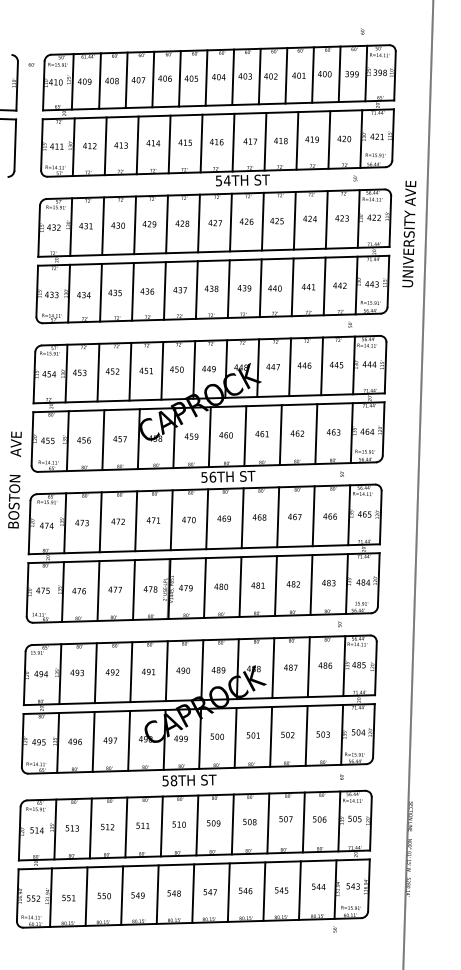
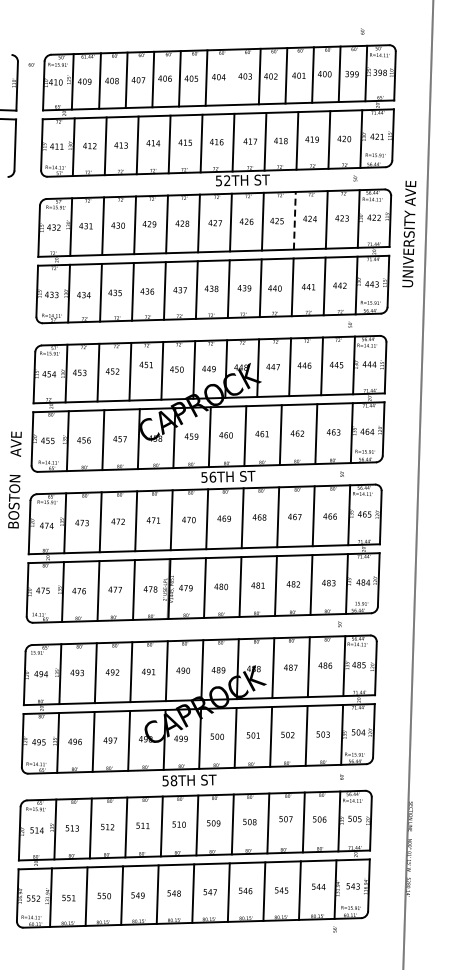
line at (233, 77): present -> none
text at (226, 180): 54TH -> 52TH
line at (294, 220): solid -> dashed
text at (145, 370) position: (145, 370) -> (145, 364)
